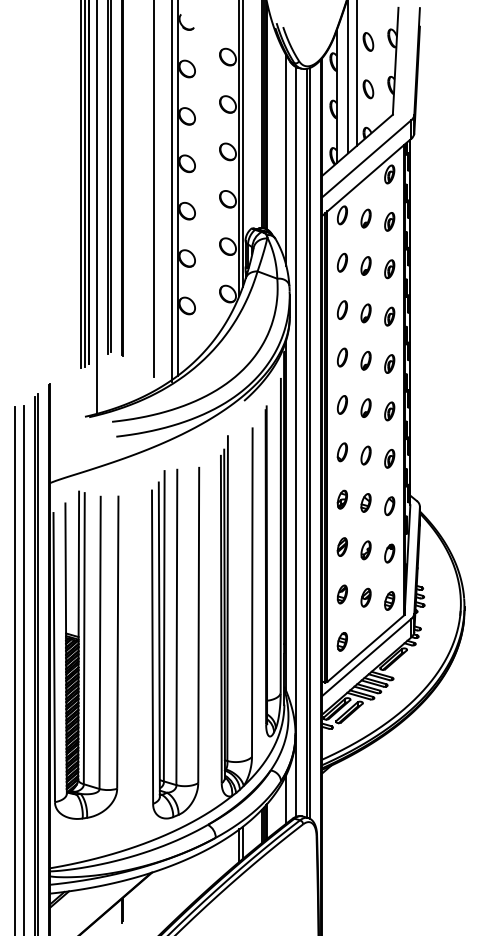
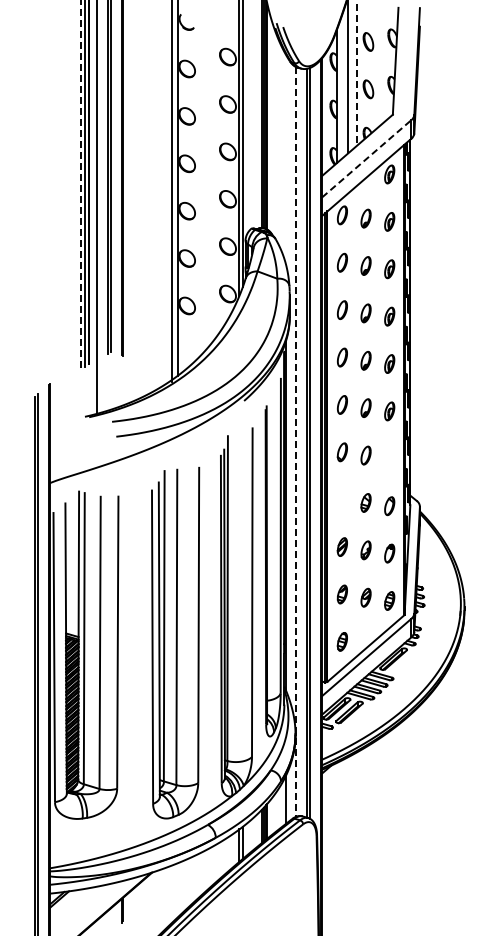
line at (357, 73): solid -> dashed
line at (367, 158): solid -> dashed
line at (286, 160): present -> none
line at (80, 184): solid -> dashed
line at (153, 189): present -> none
line at (296, 441): solid -> dashed
part at (389, 458): present -> none
part at (341, 499): present -> none
line at (14, 669): present -> none
line at (24, 669): present -> none
